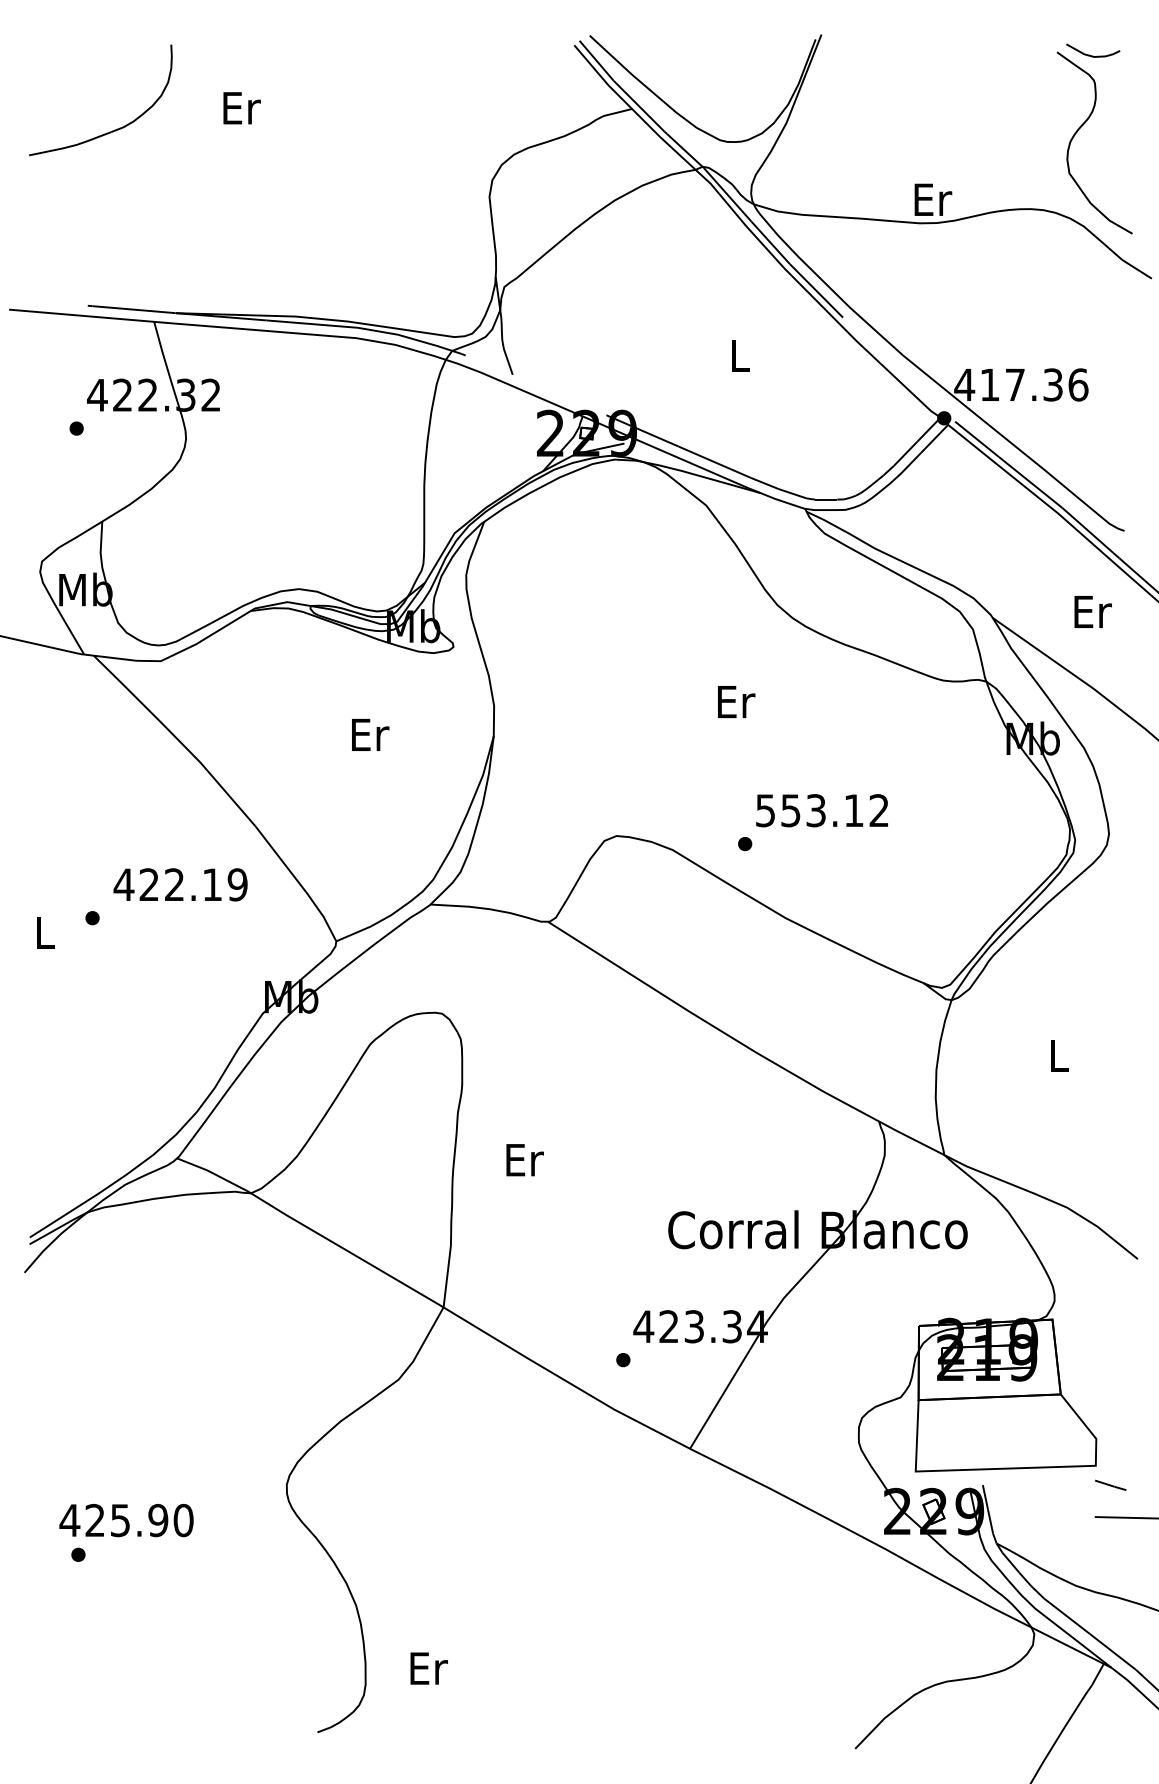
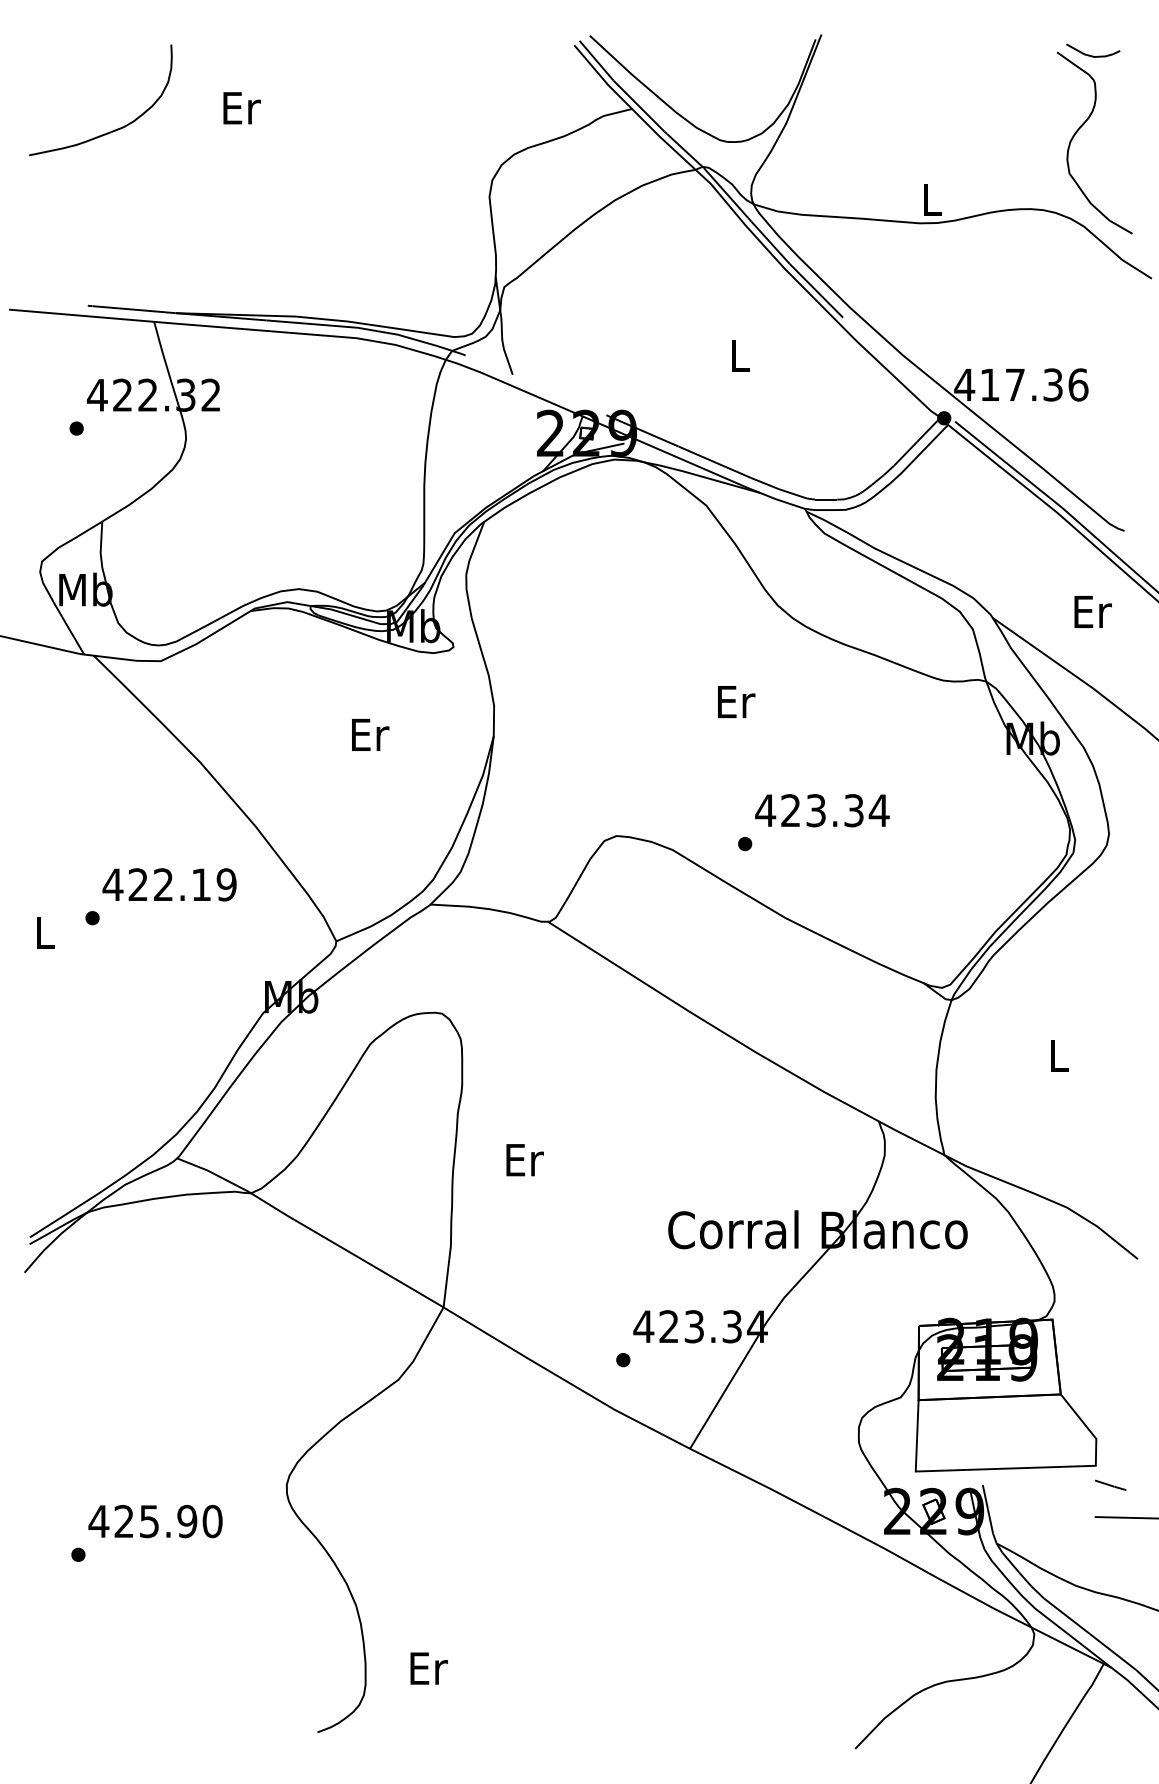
text at (933, 199): Er -> L
text at (822, 810): 553.12 -> 423.34
text at (180, 884) position: (180, 884) -> (169, 884)
text at (126, 1520) position: (126, 1520) -> (155, 1521)
